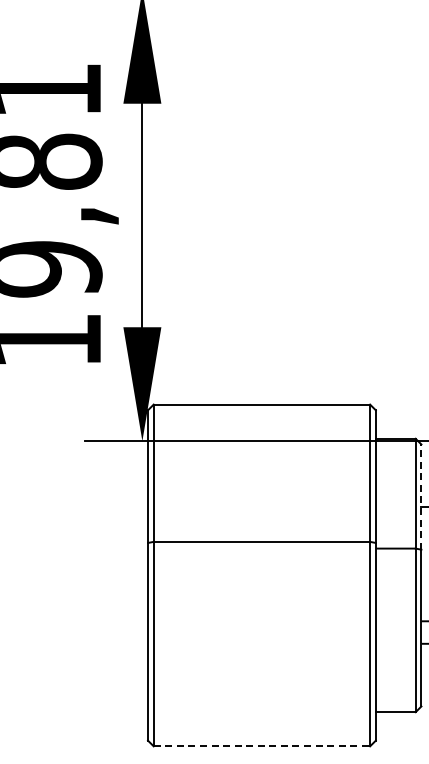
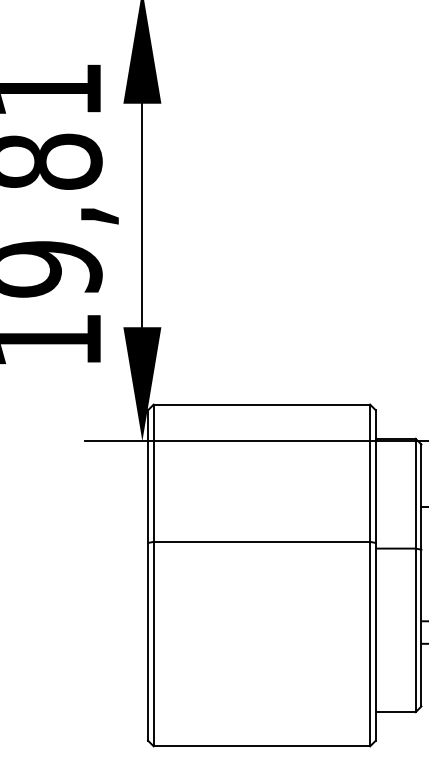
line at (421, 497): dashed -> solid
line at (262, 746): dashed -> solid
